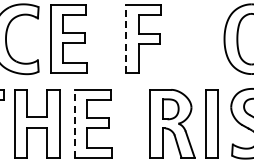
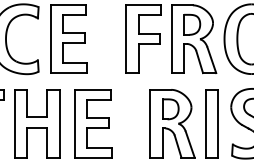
line at (126, 39): dashed -> solid
part at (194, 39): none -> present
line at (74, 123): dashed -> solid
